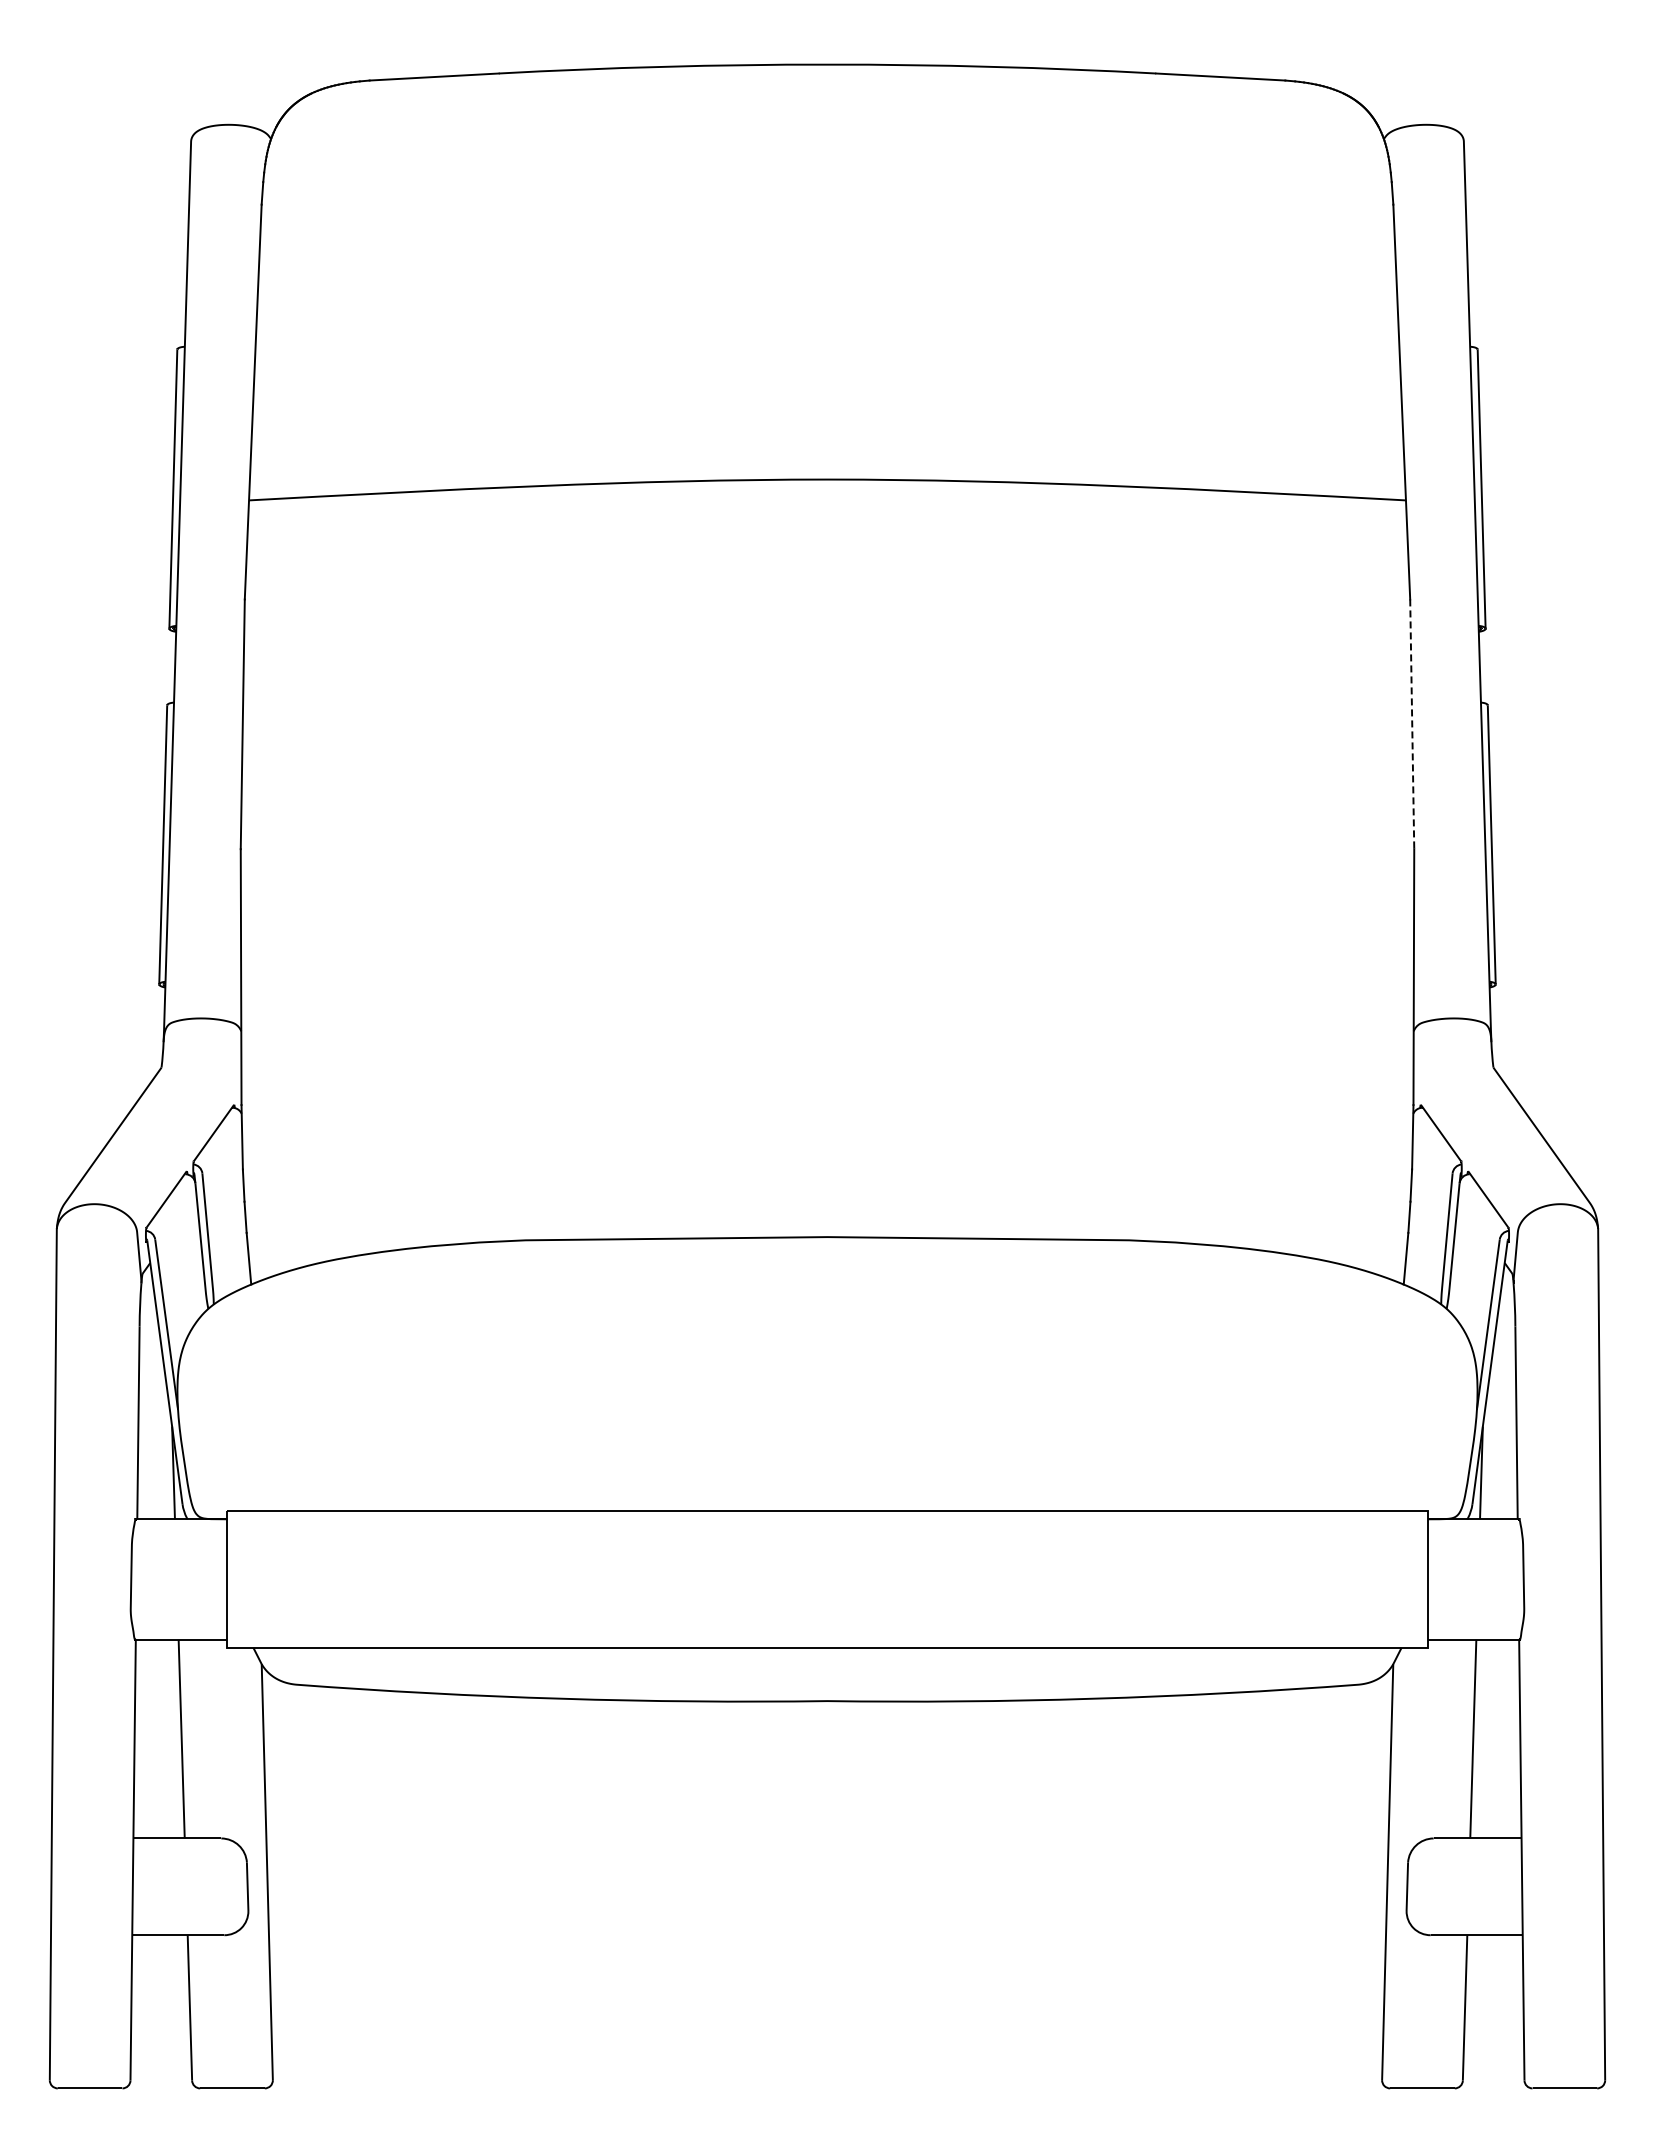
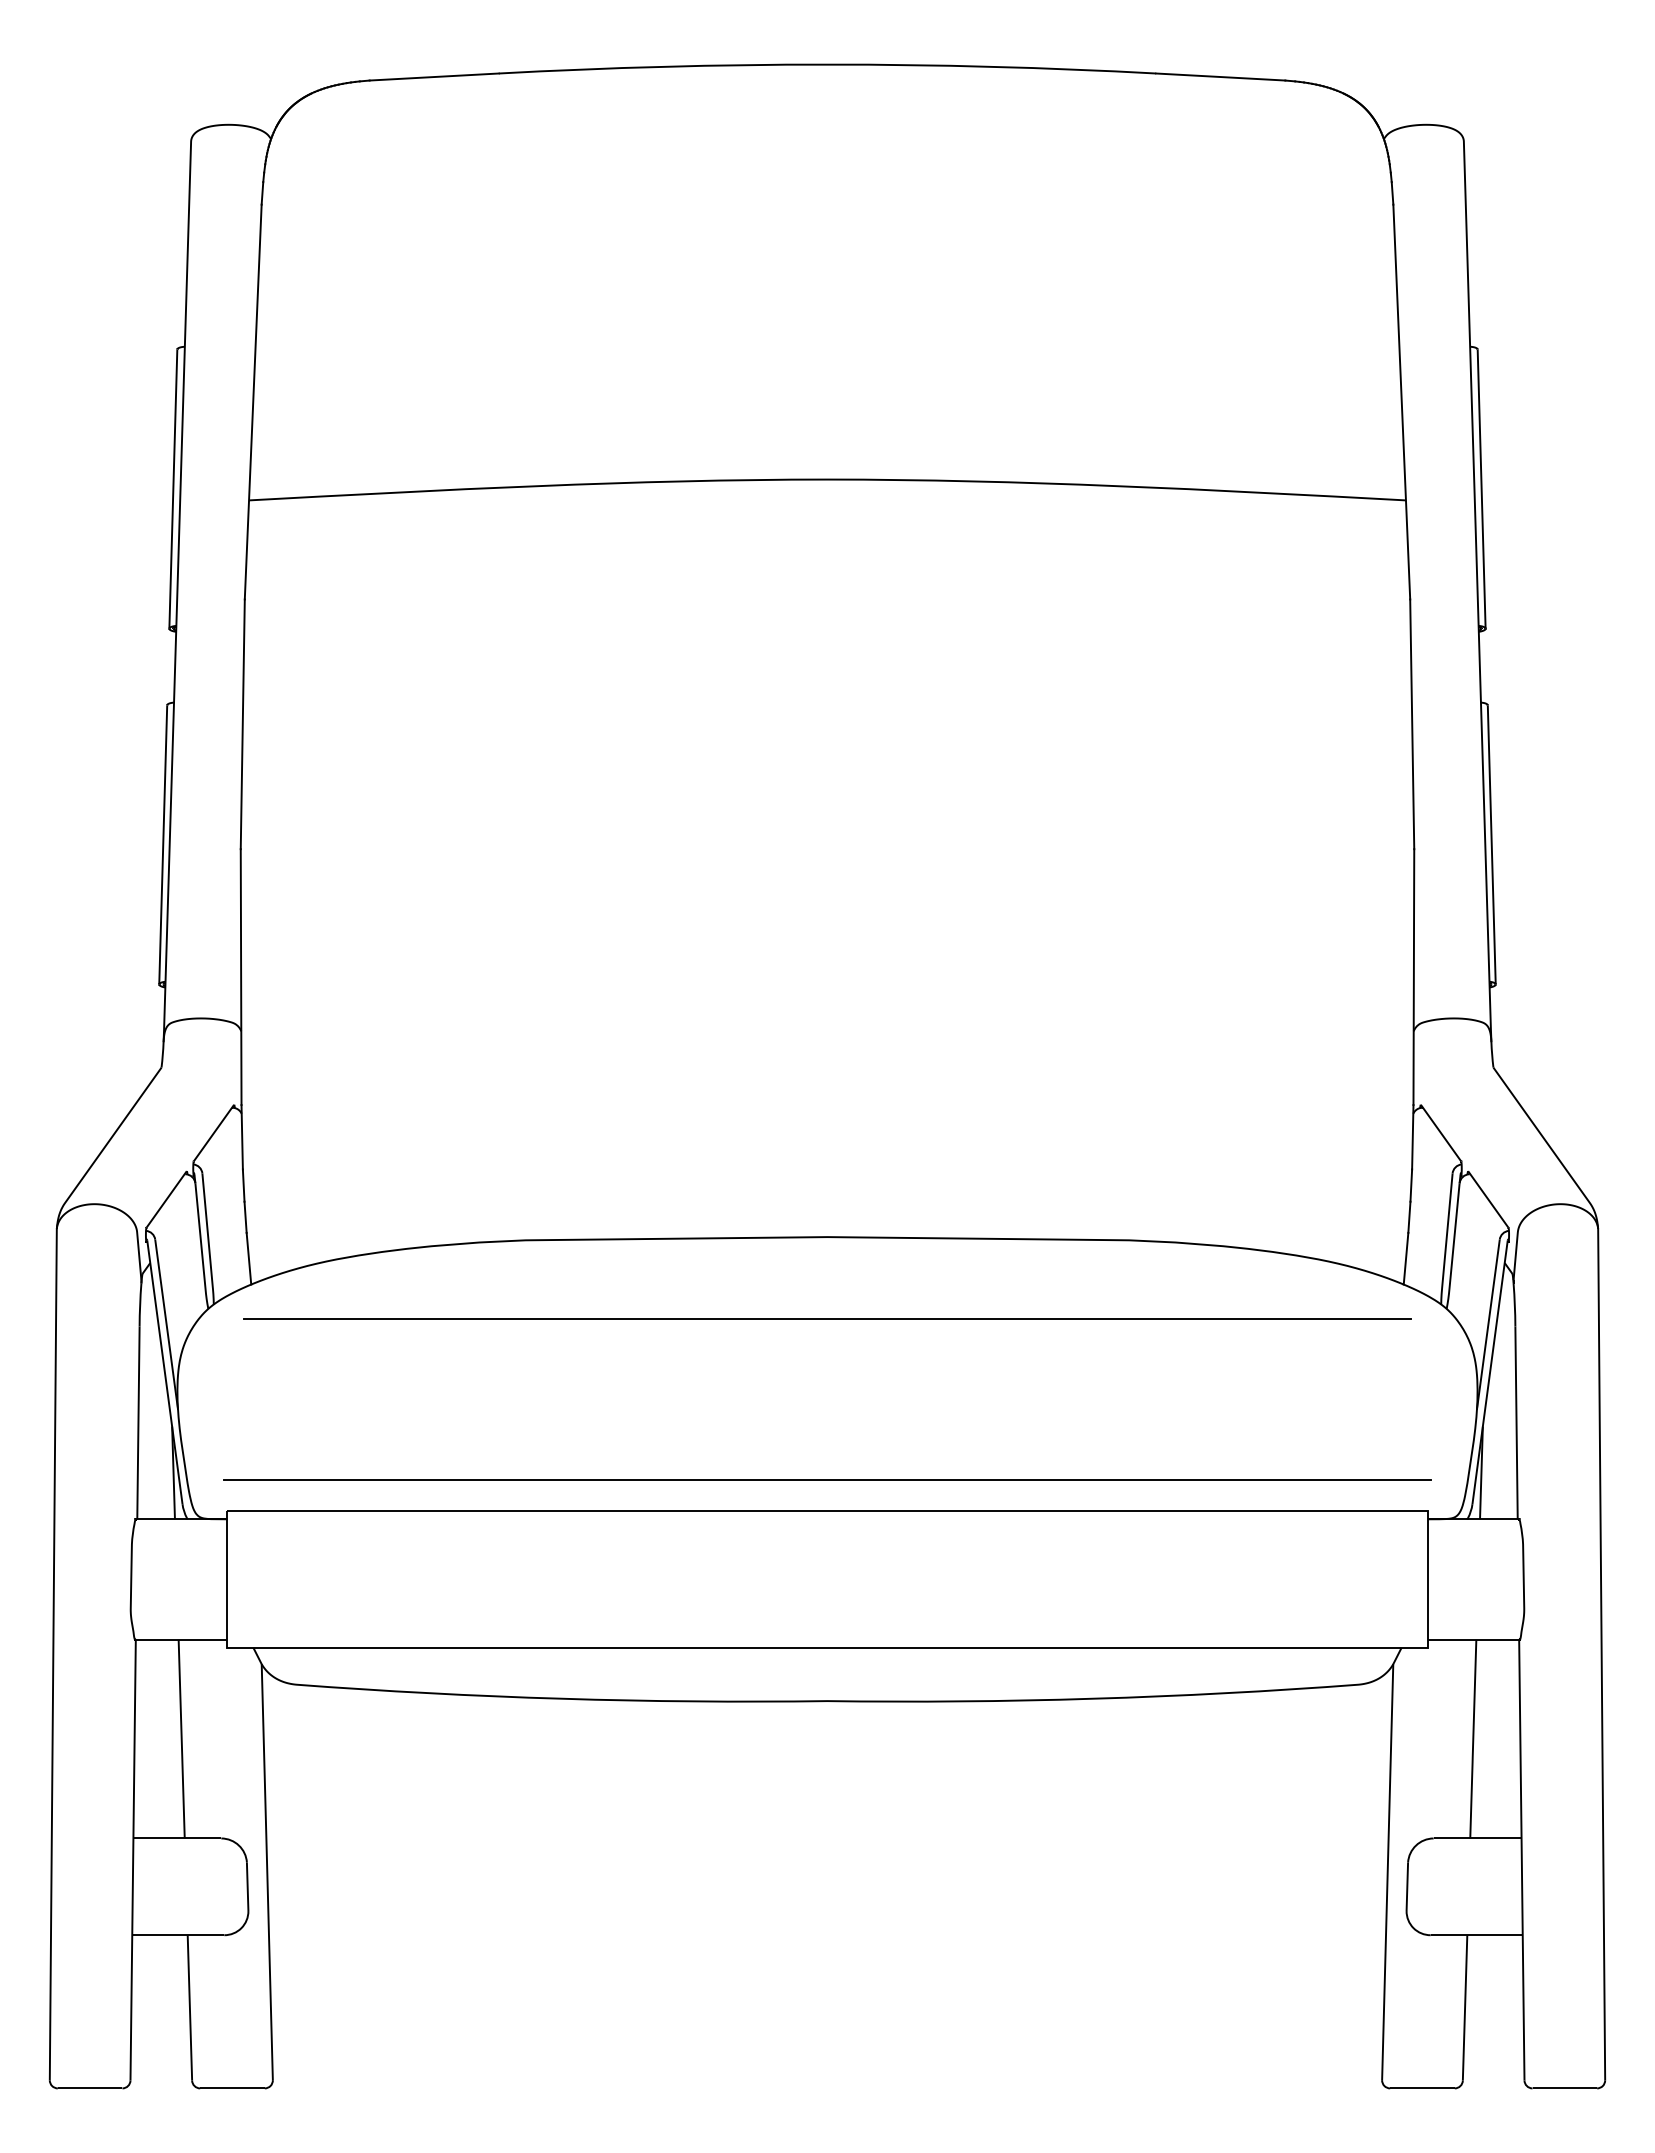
line at (1412, 724): dashed -> solid
line at (827, 1318): none -> present
line at (827, 1479): none -> present
